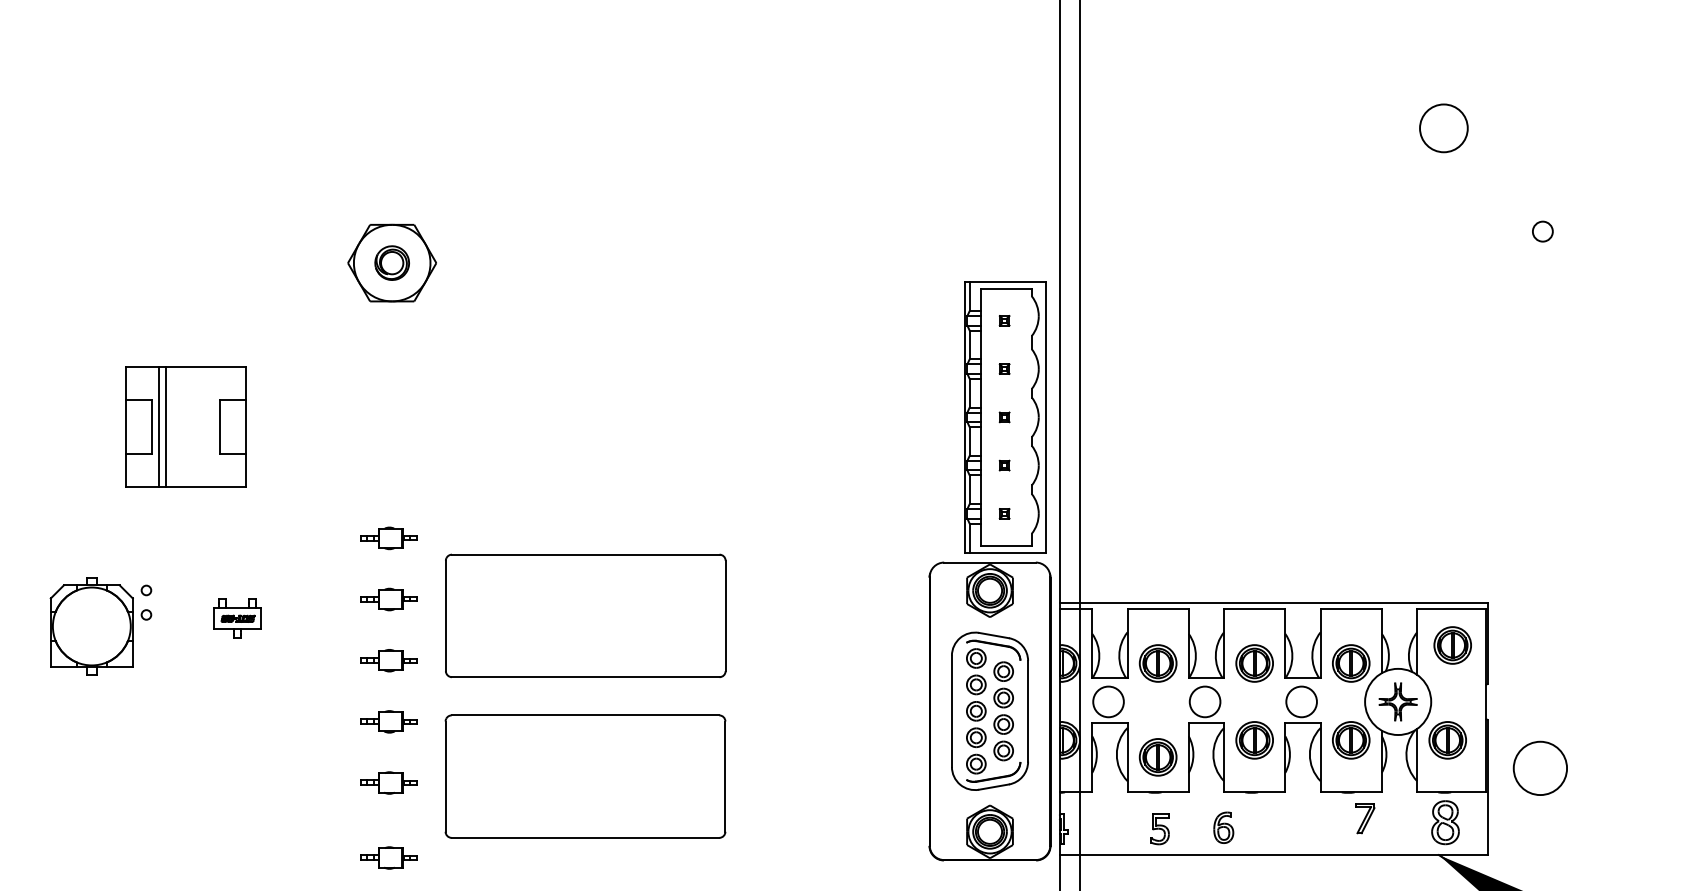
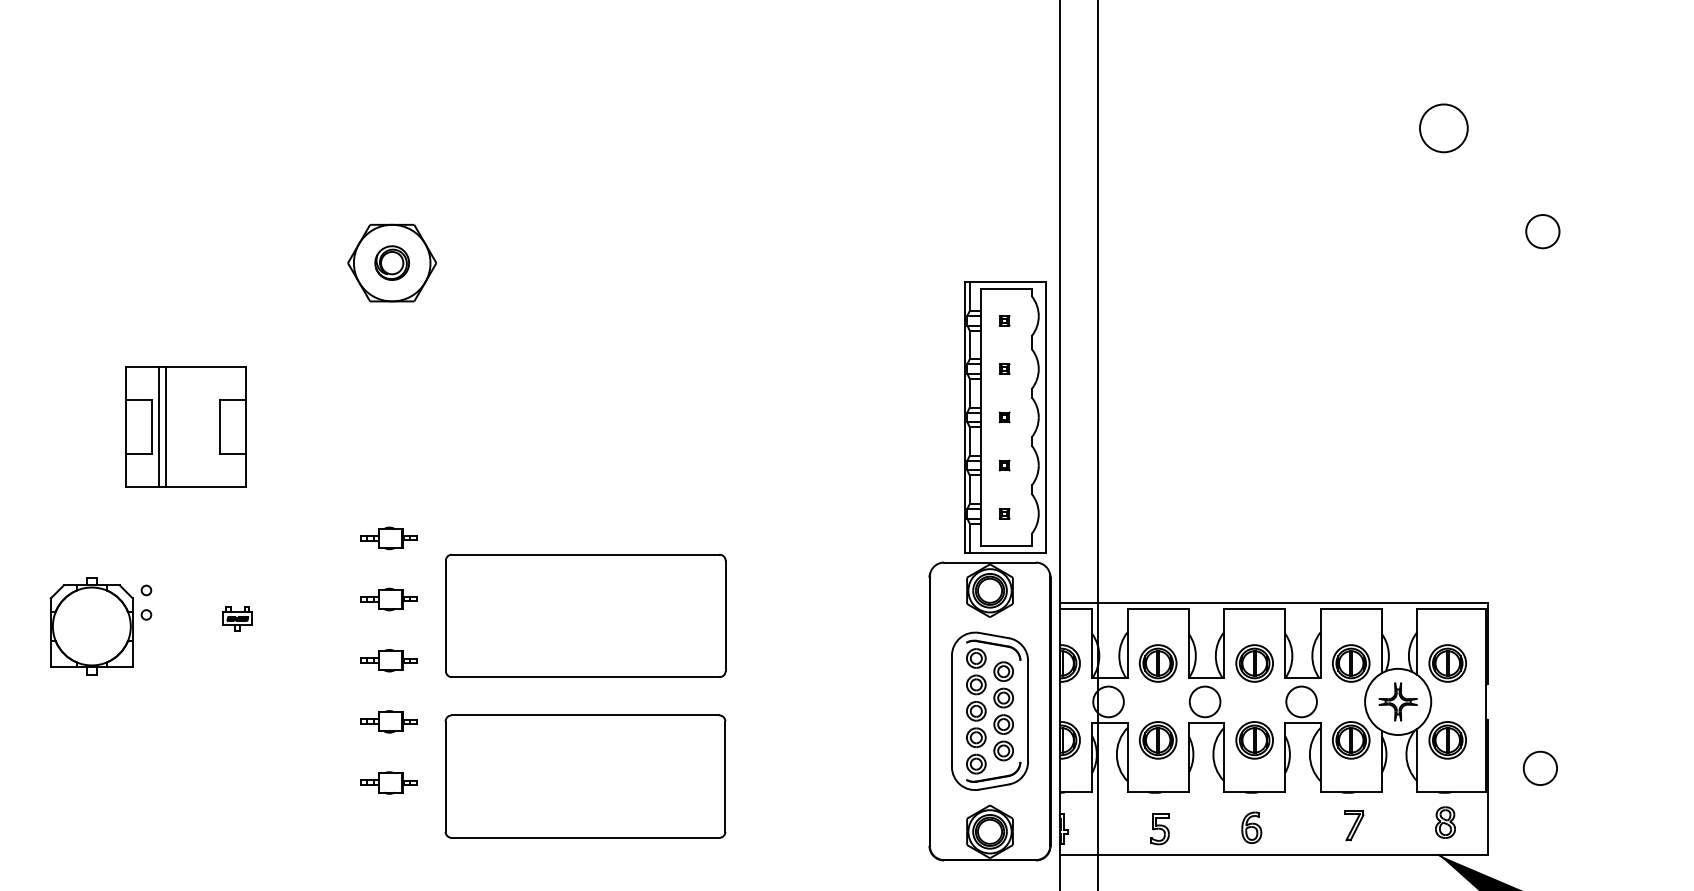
circle at (1542, 231) diameter: 20 px -> 33 px
line at (1080, 444) position: (1080, 444) -> (1098, 444)
part at (237, 618) size: 49x41 px -> 31x26 px
part at (1452, 645) position: (1452, 645) -> (1447, 663)
part at (1157, 757) position: (1157, 757) -> (1157, 740)
circle at (1540, 768) diameter: 53 px -> 33 px
part at (1365, 818) position: (1365, 818) -> (1354, 825)
part at (1445, 822) size: 29x46 px -> 21x33 px
part at (1223, 827) position: (1223, 827) -> (1251, 827)
part at (388, 857): present -> none
